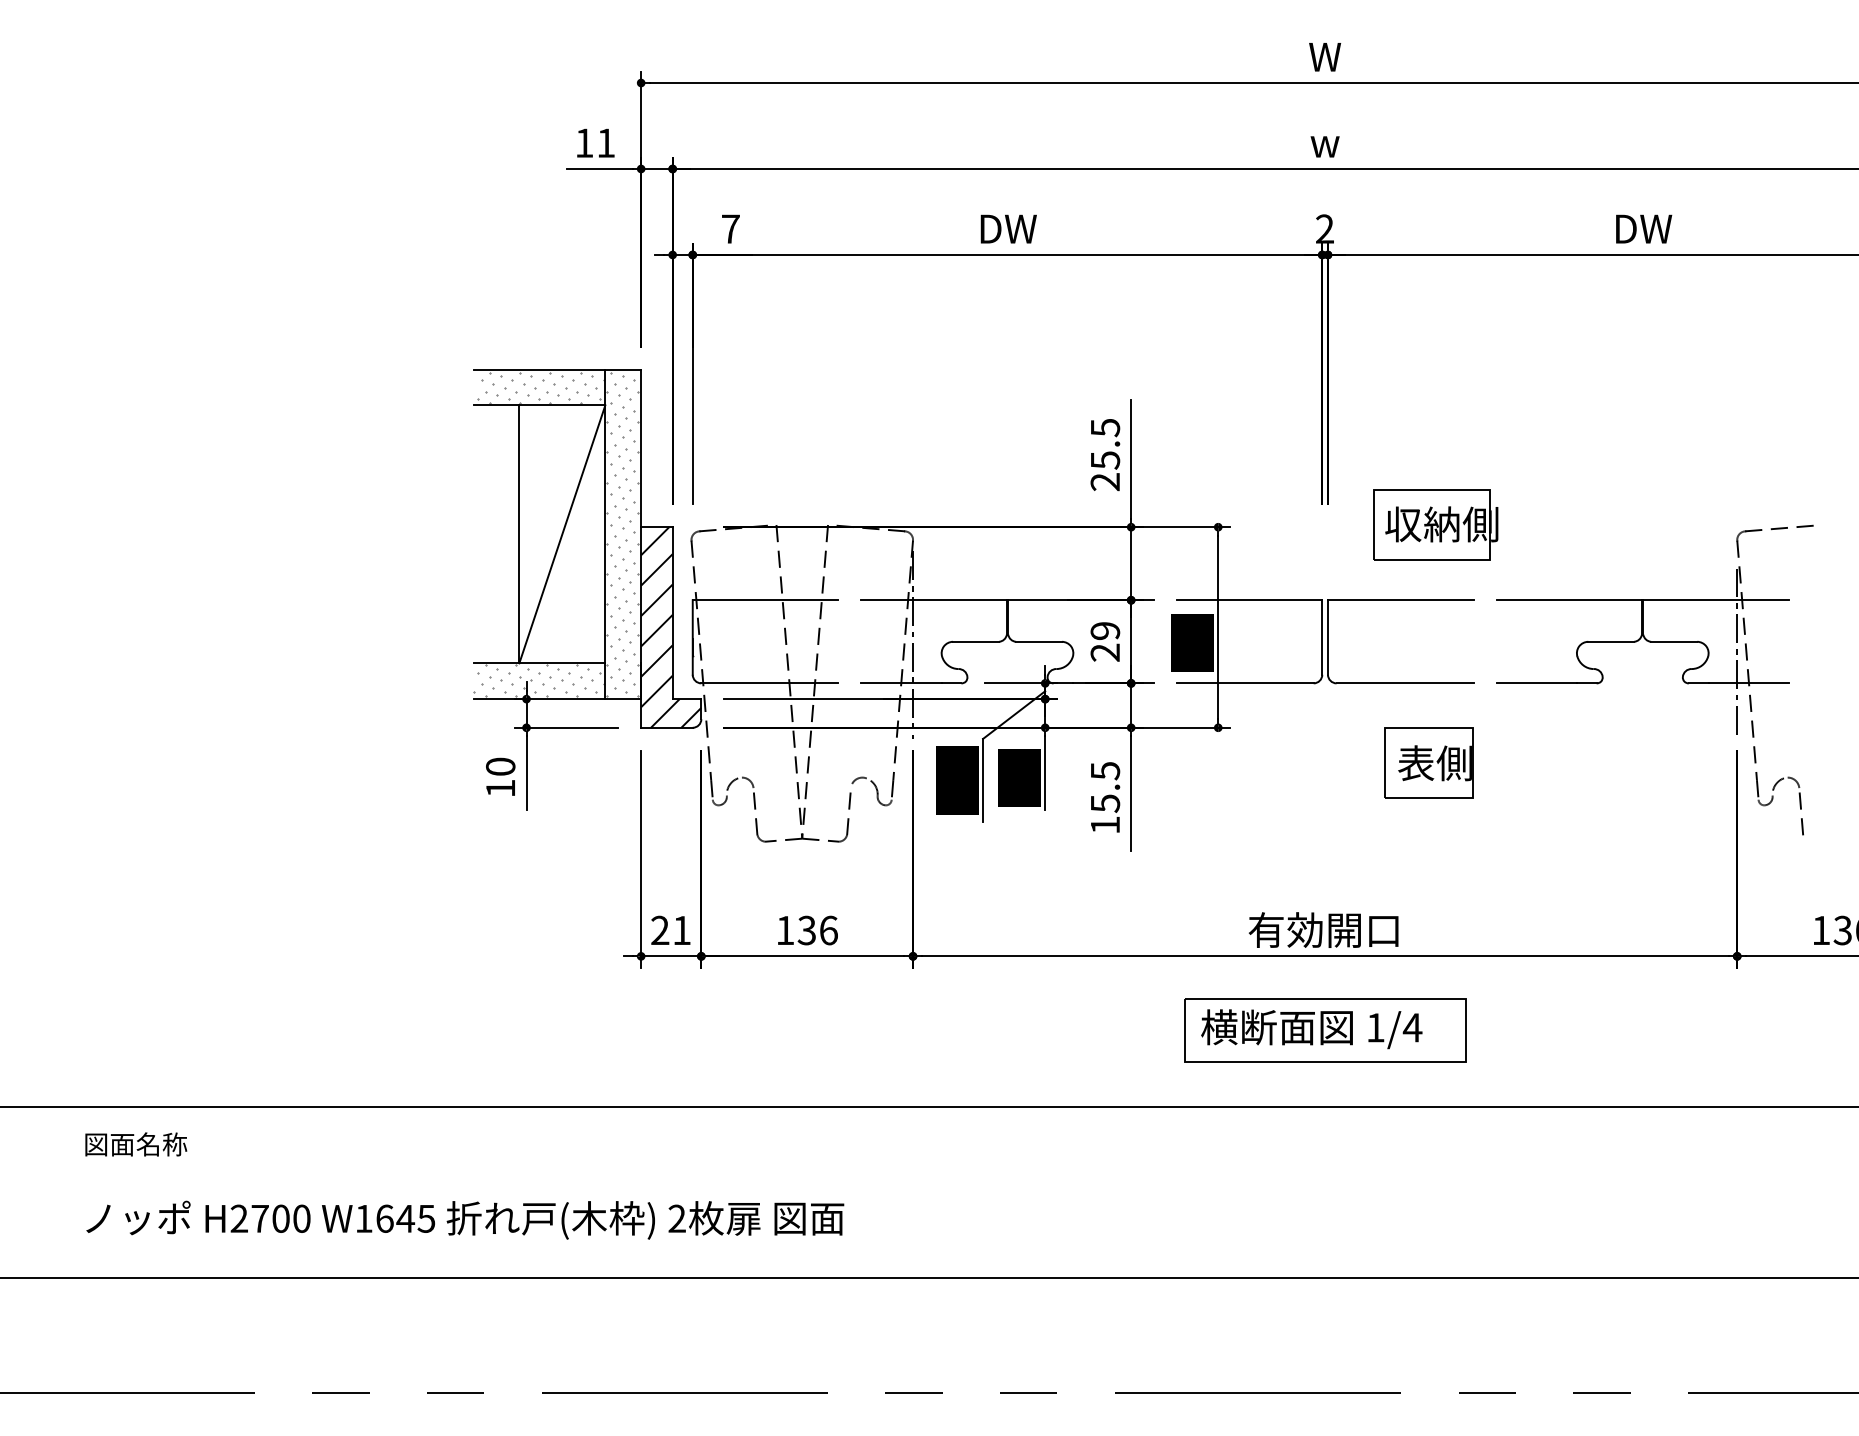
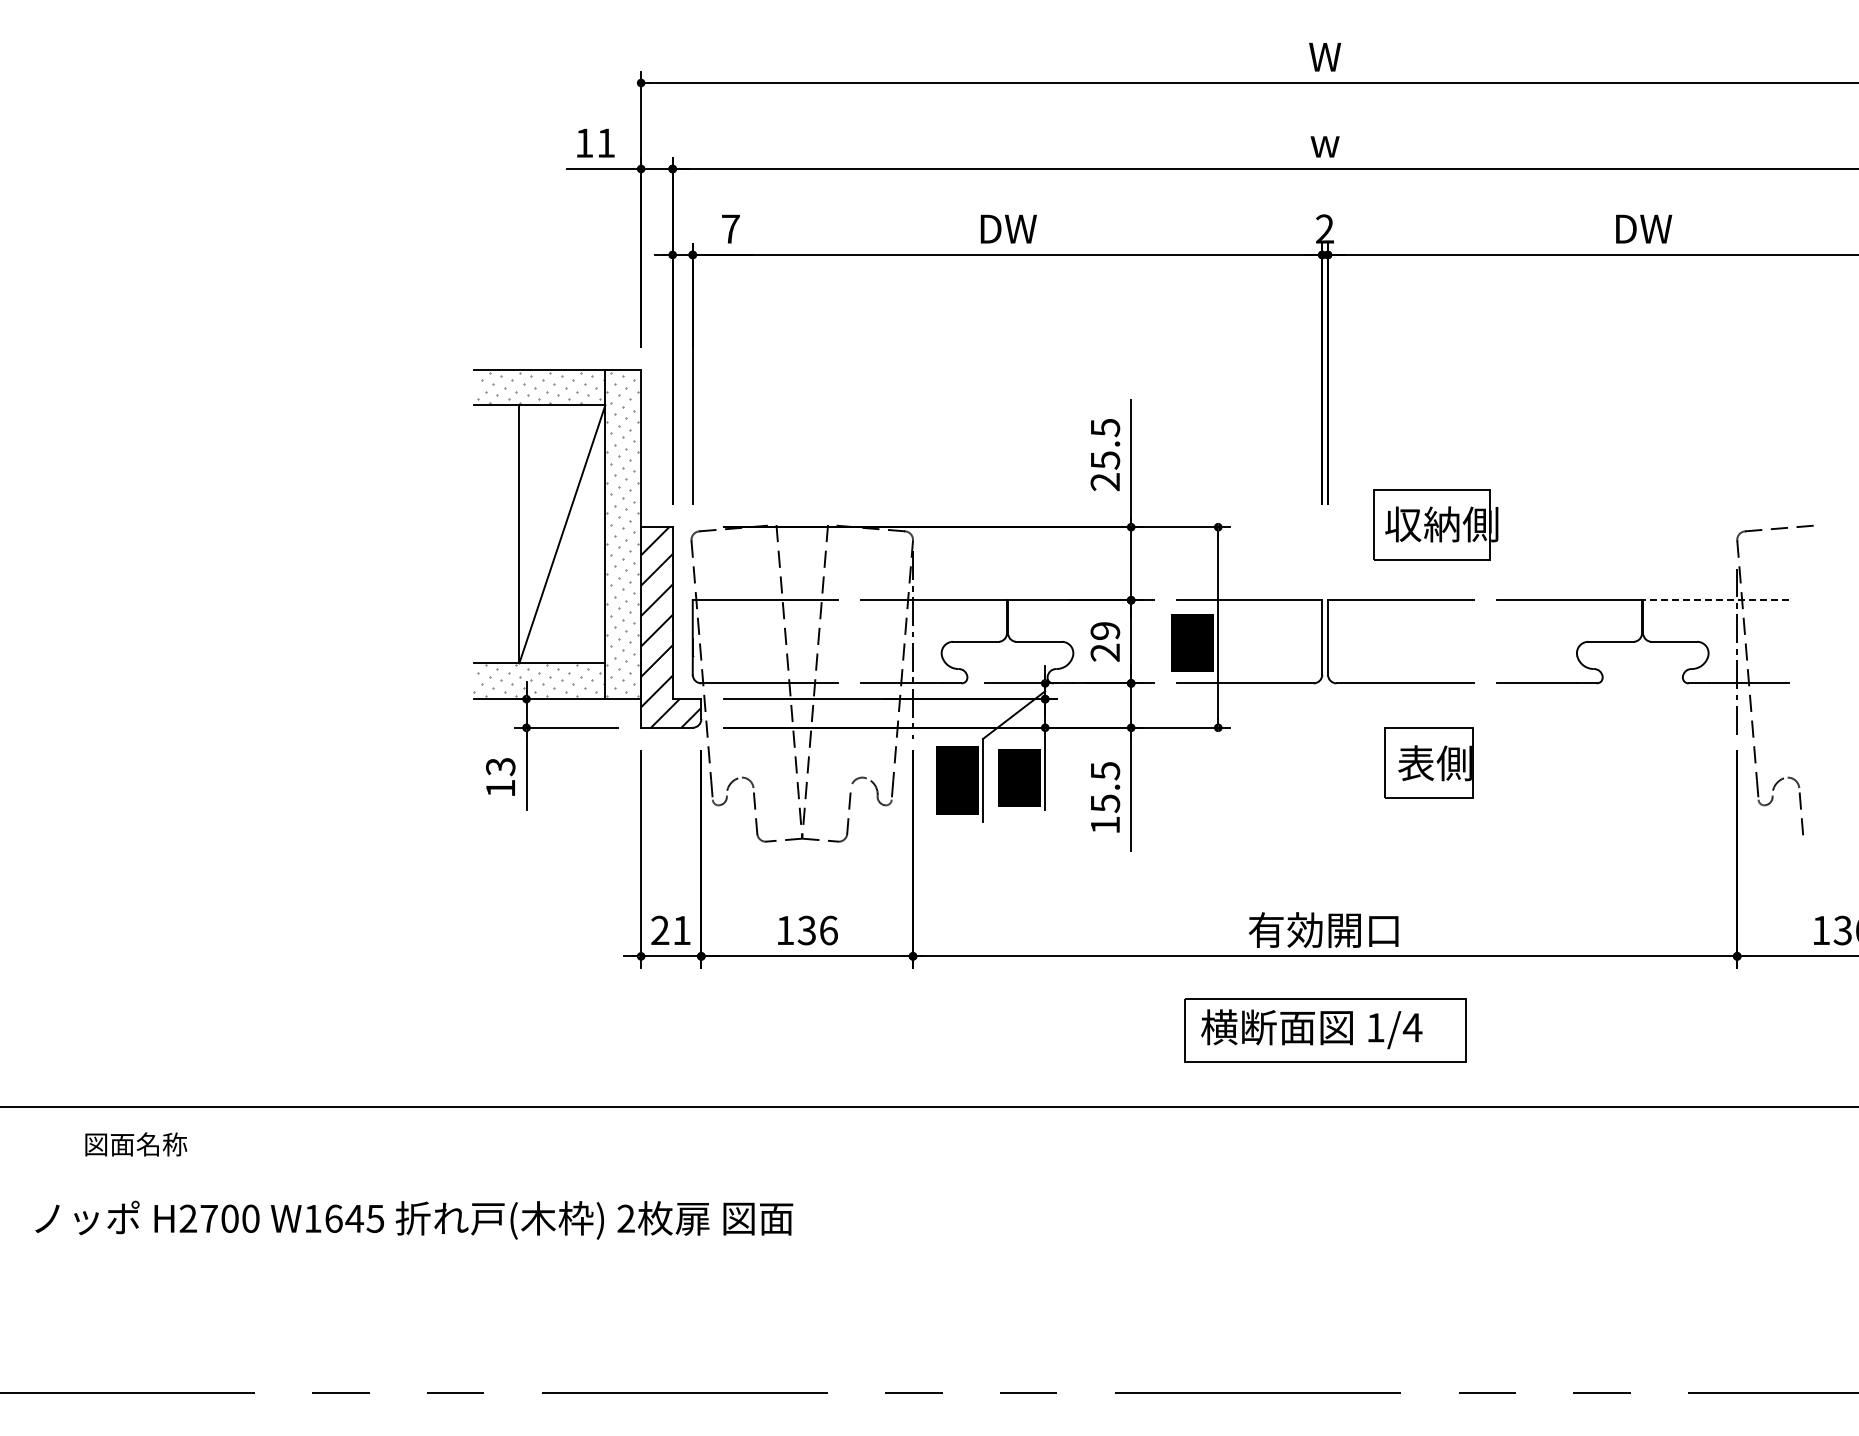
line at (1716, 600): solid -> dashed
text at (500, 766): 10 -> 13
text at (465, 1219) position: (465, 1219) -> (414, 1219)
line at (928, 1278): present -> none
